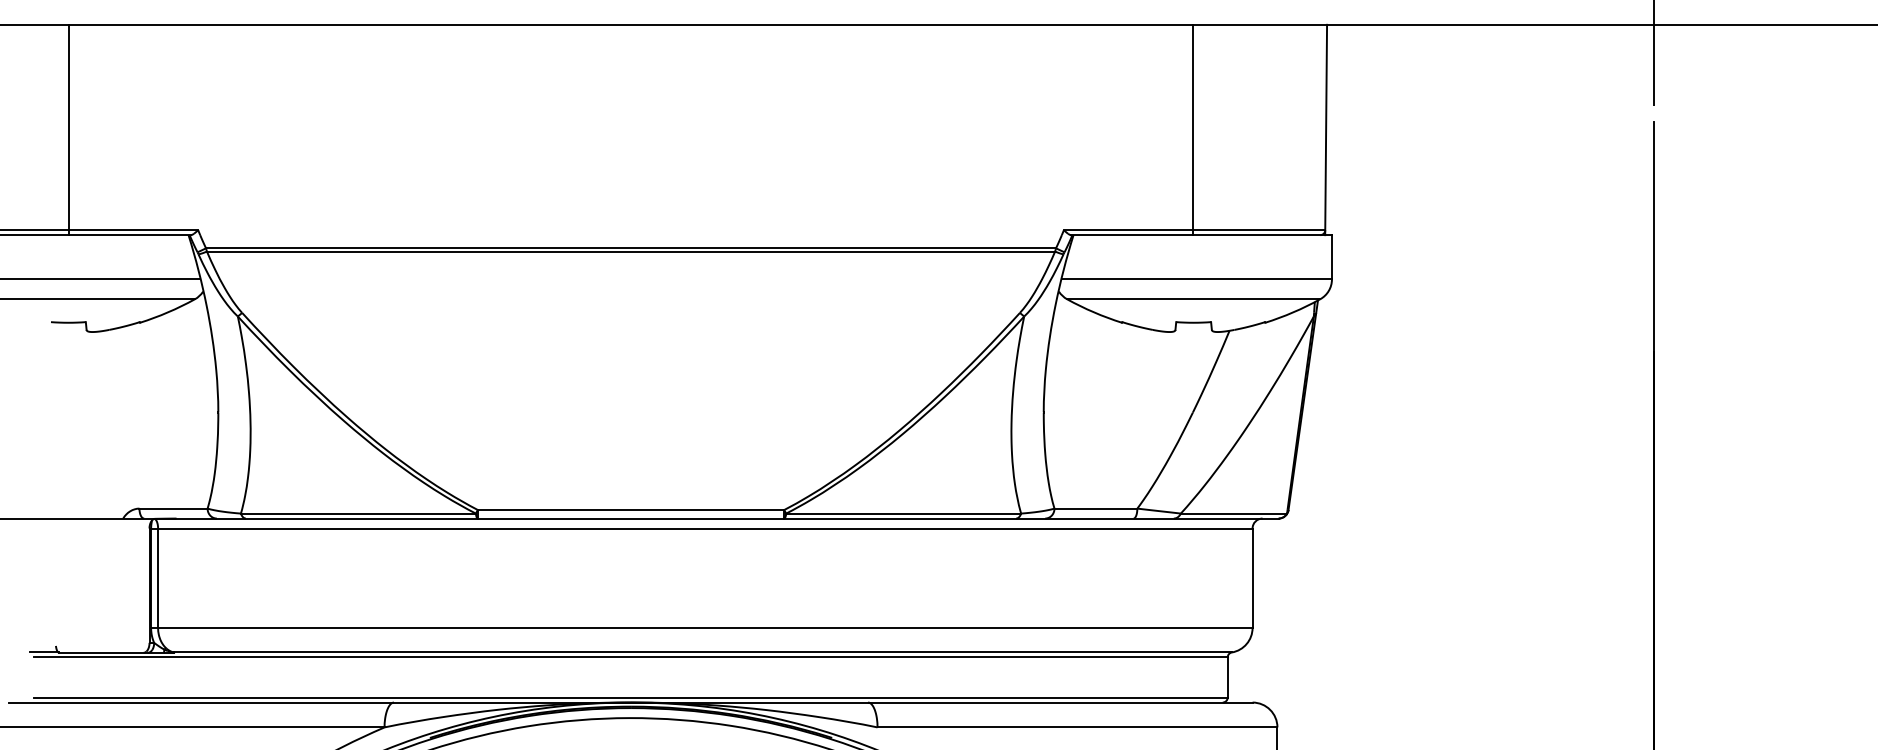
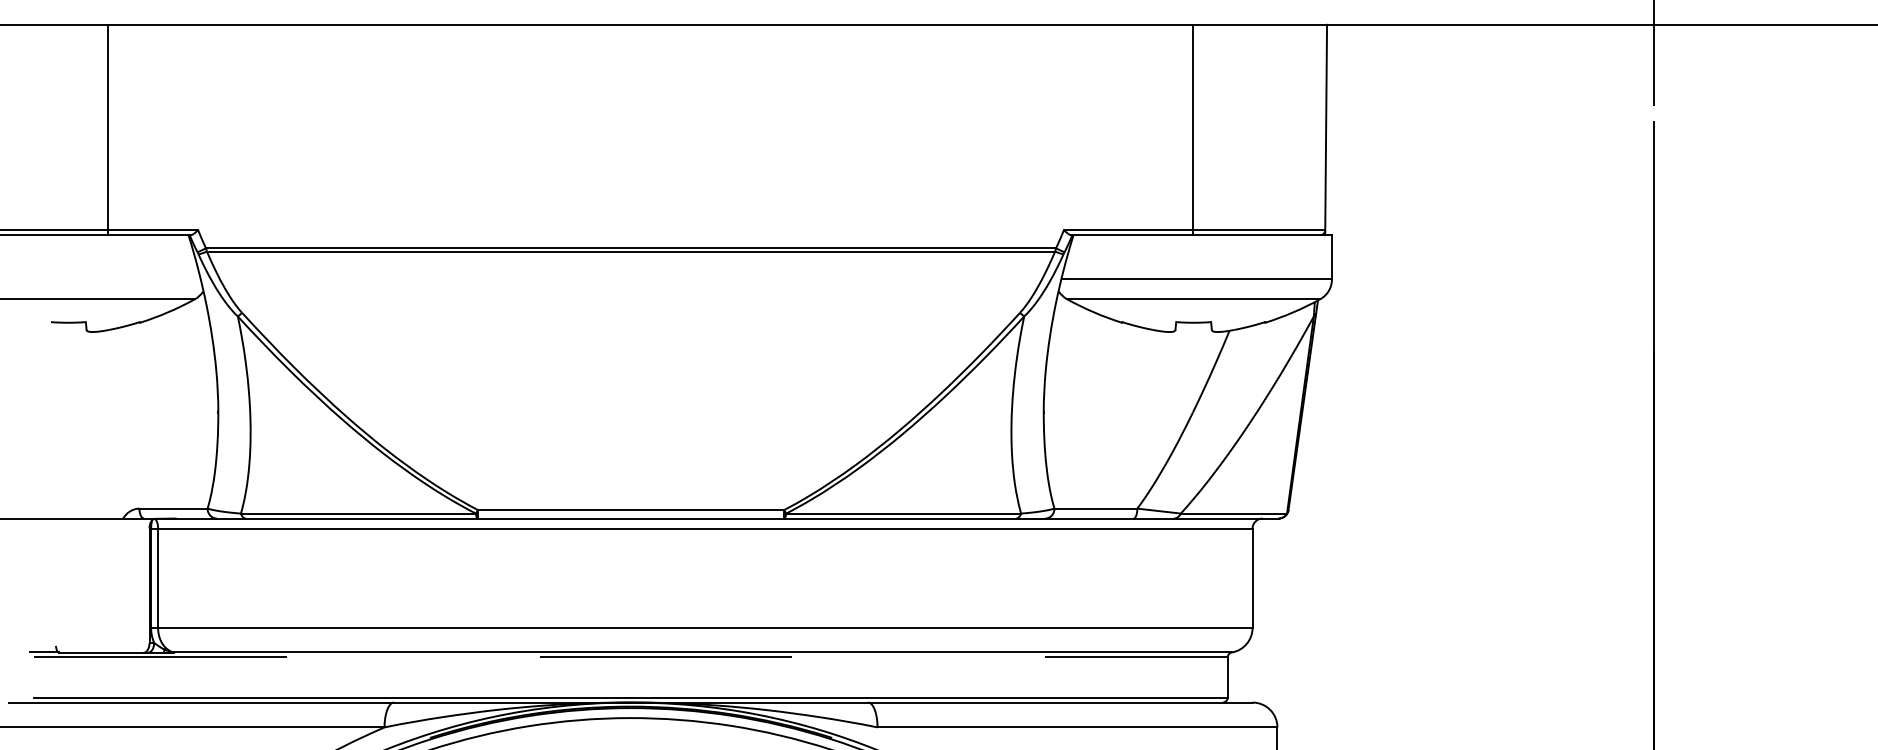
line at (69, 129) position: (69, 129) -> (108, 129)
line at (100, 279): present -> none
line at (631, 657): solid -> dashed
